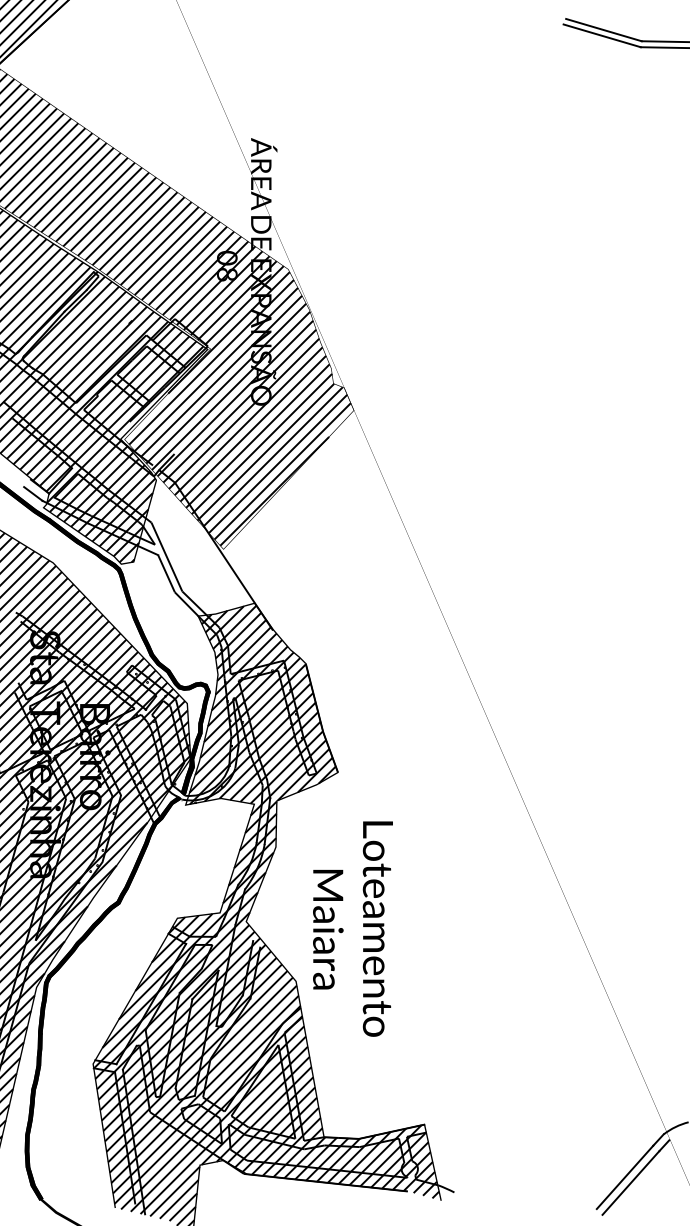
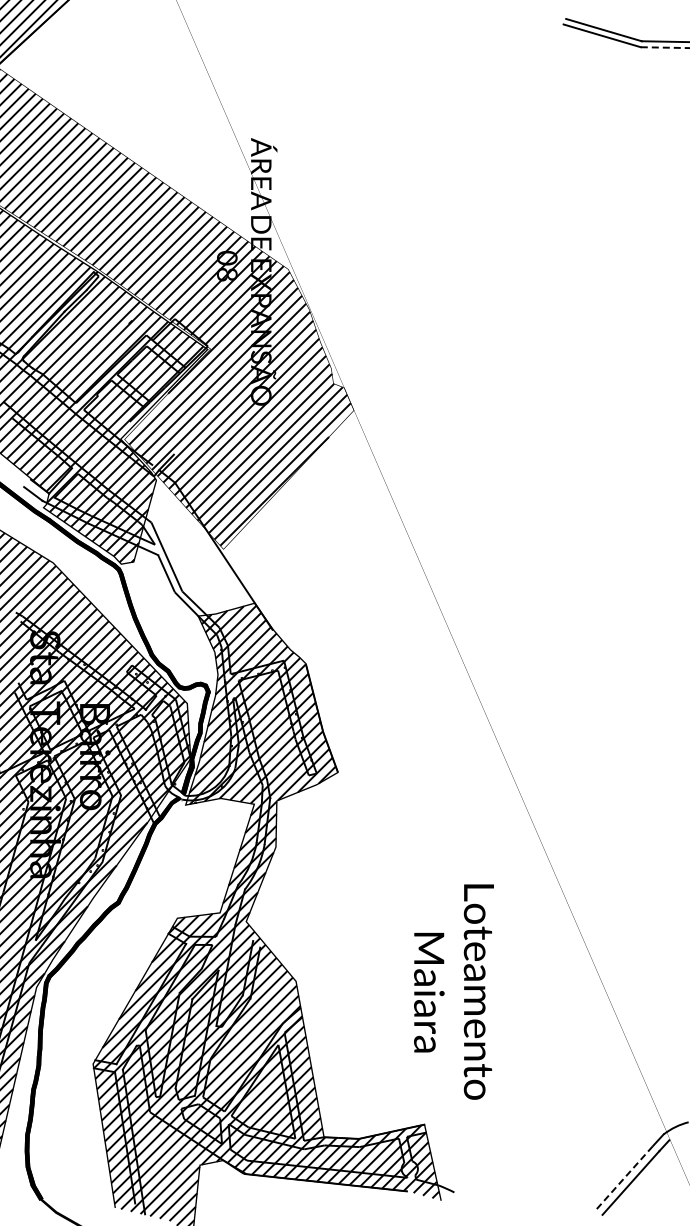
line at (665, 47): solid -> dashed
text at (352, 928) position: (352, 928) -> (453, 991)
line at (625, 1177): solid -> dashed
